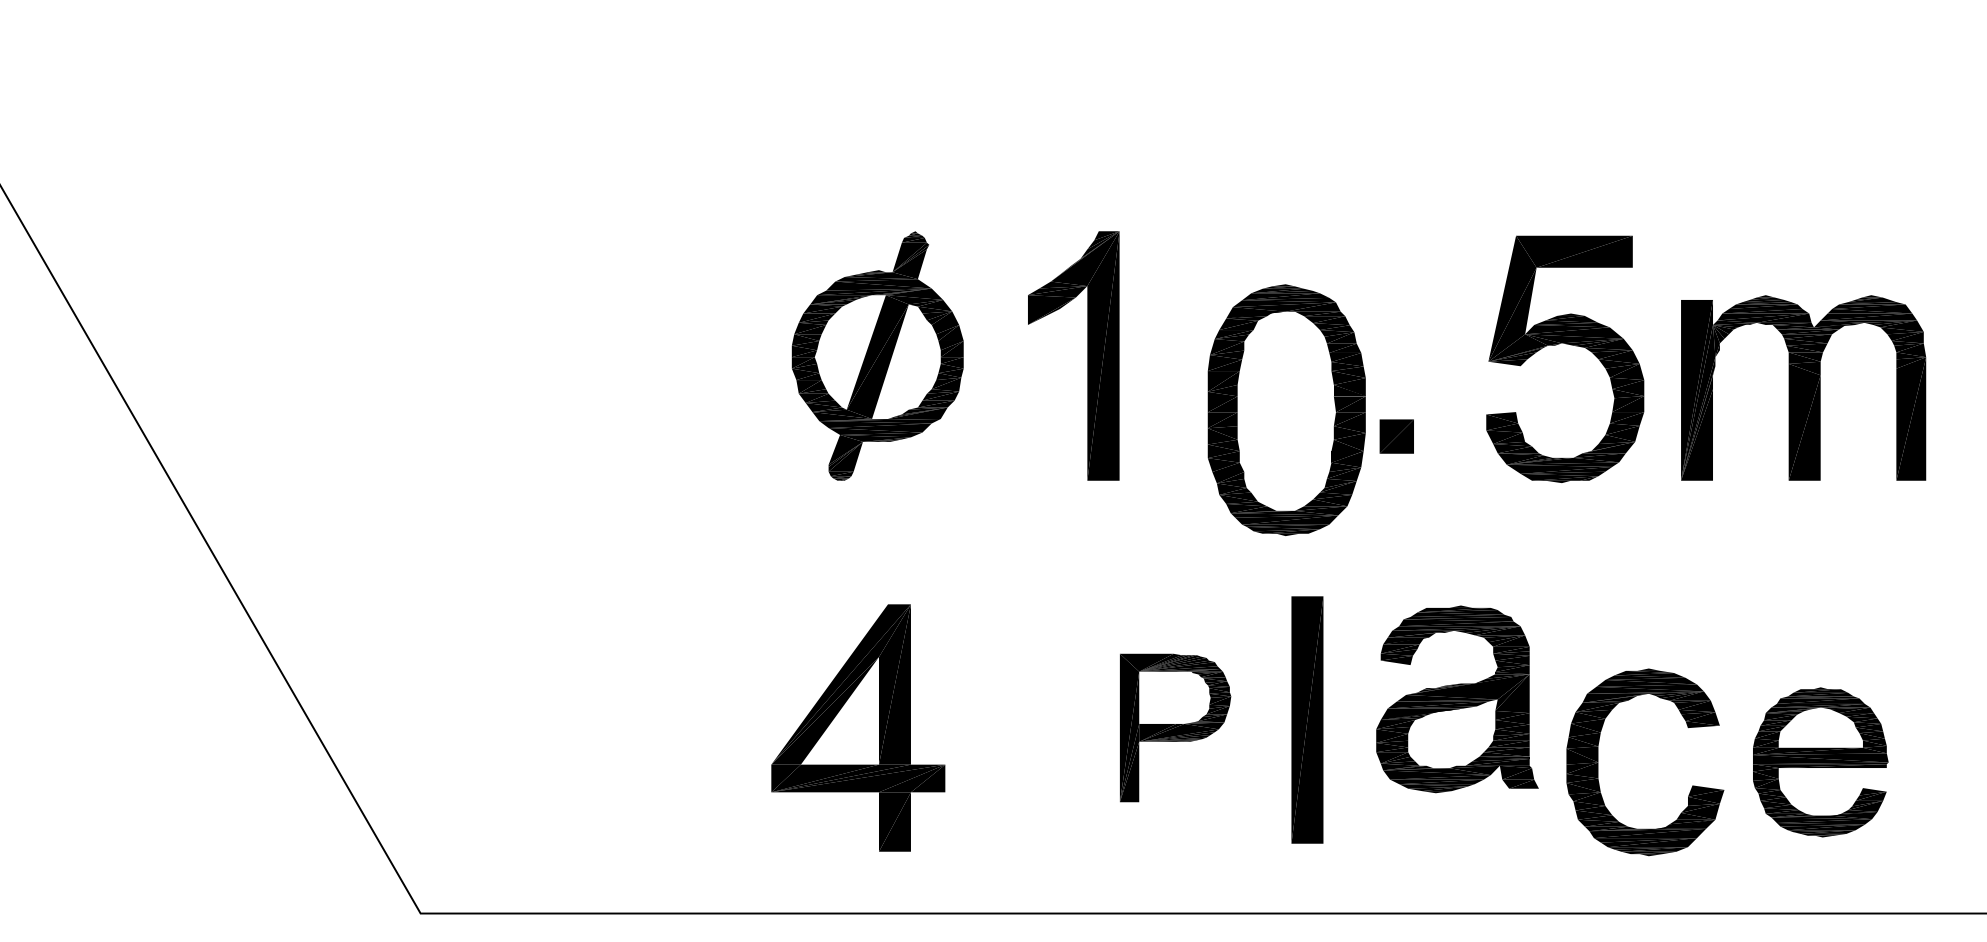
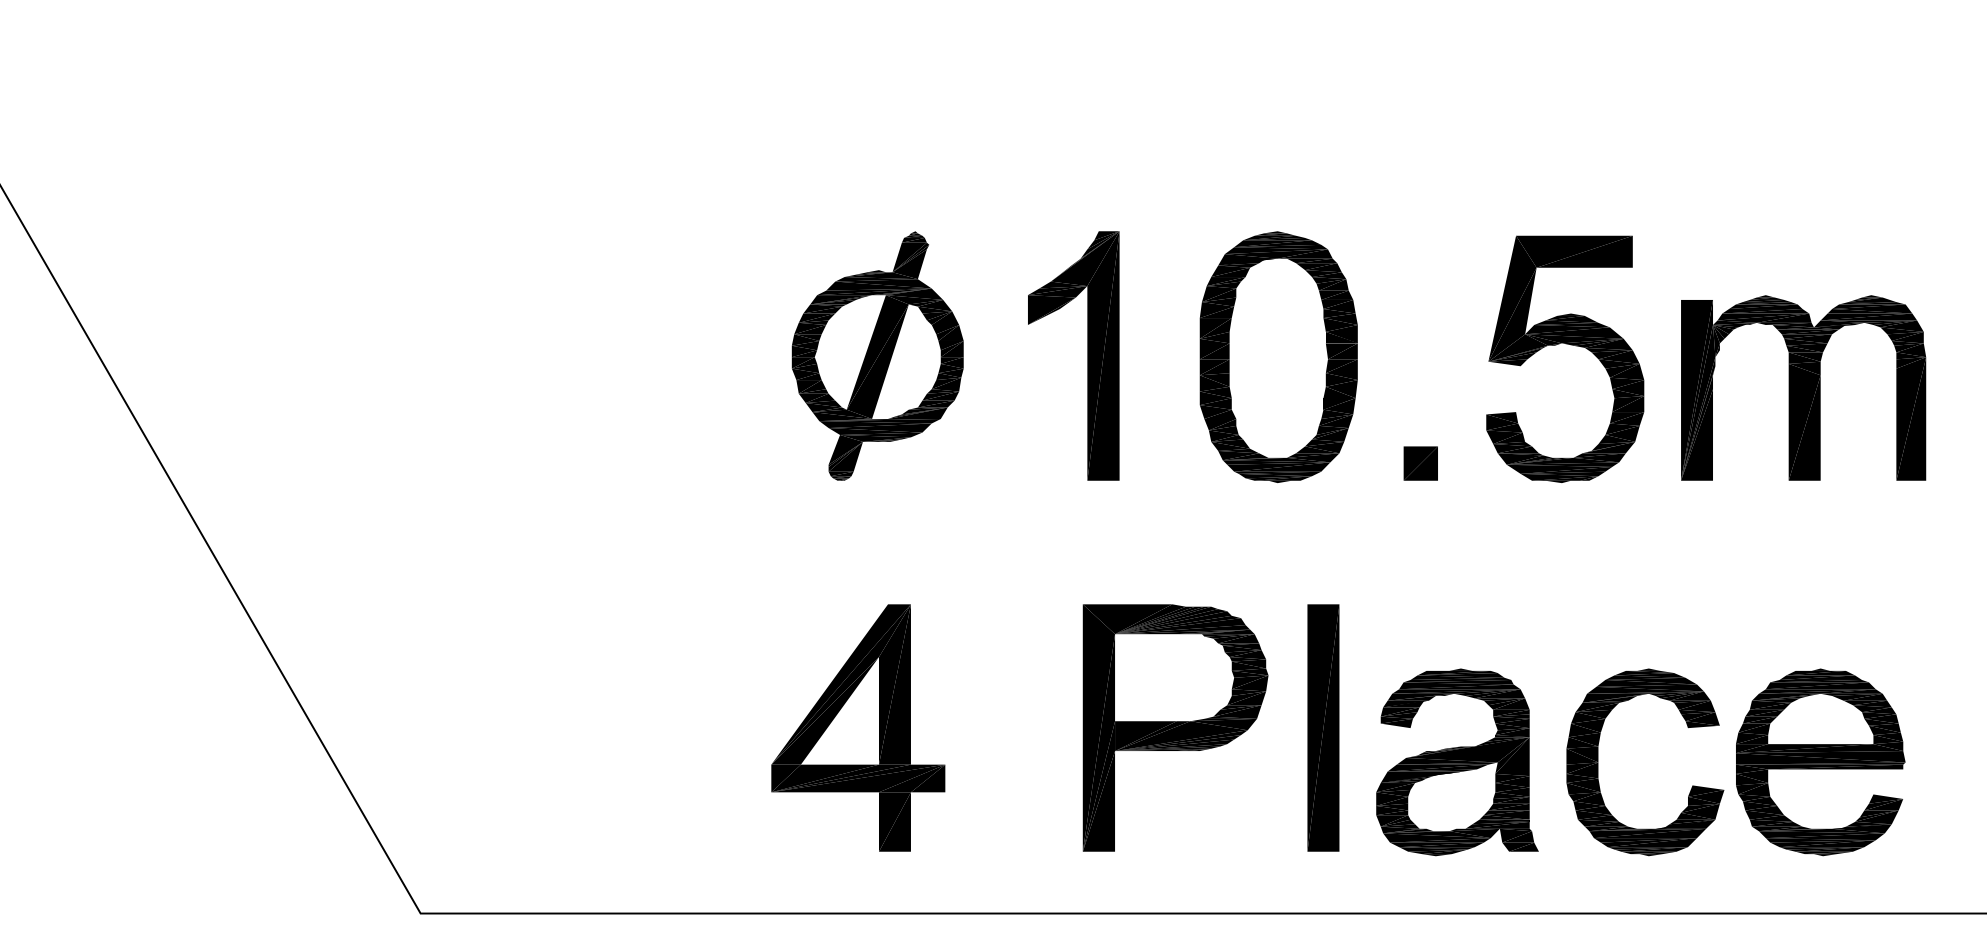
part at (1286, 409) position: (1286, 409) -> (1278, 356)
part at (1396, 436) position: (1396, 436) -> (1420, 463)
part at (1457, 699) position: (1457, 699) -> (1457, 762)
part at (1307, 719) position: (1307, 719) -> (1323, 727)
part at (1175, 727) size: 112x150 px -> 187x248 px
part at (1820, 762) size: 136x151 px -> 170x189 px
